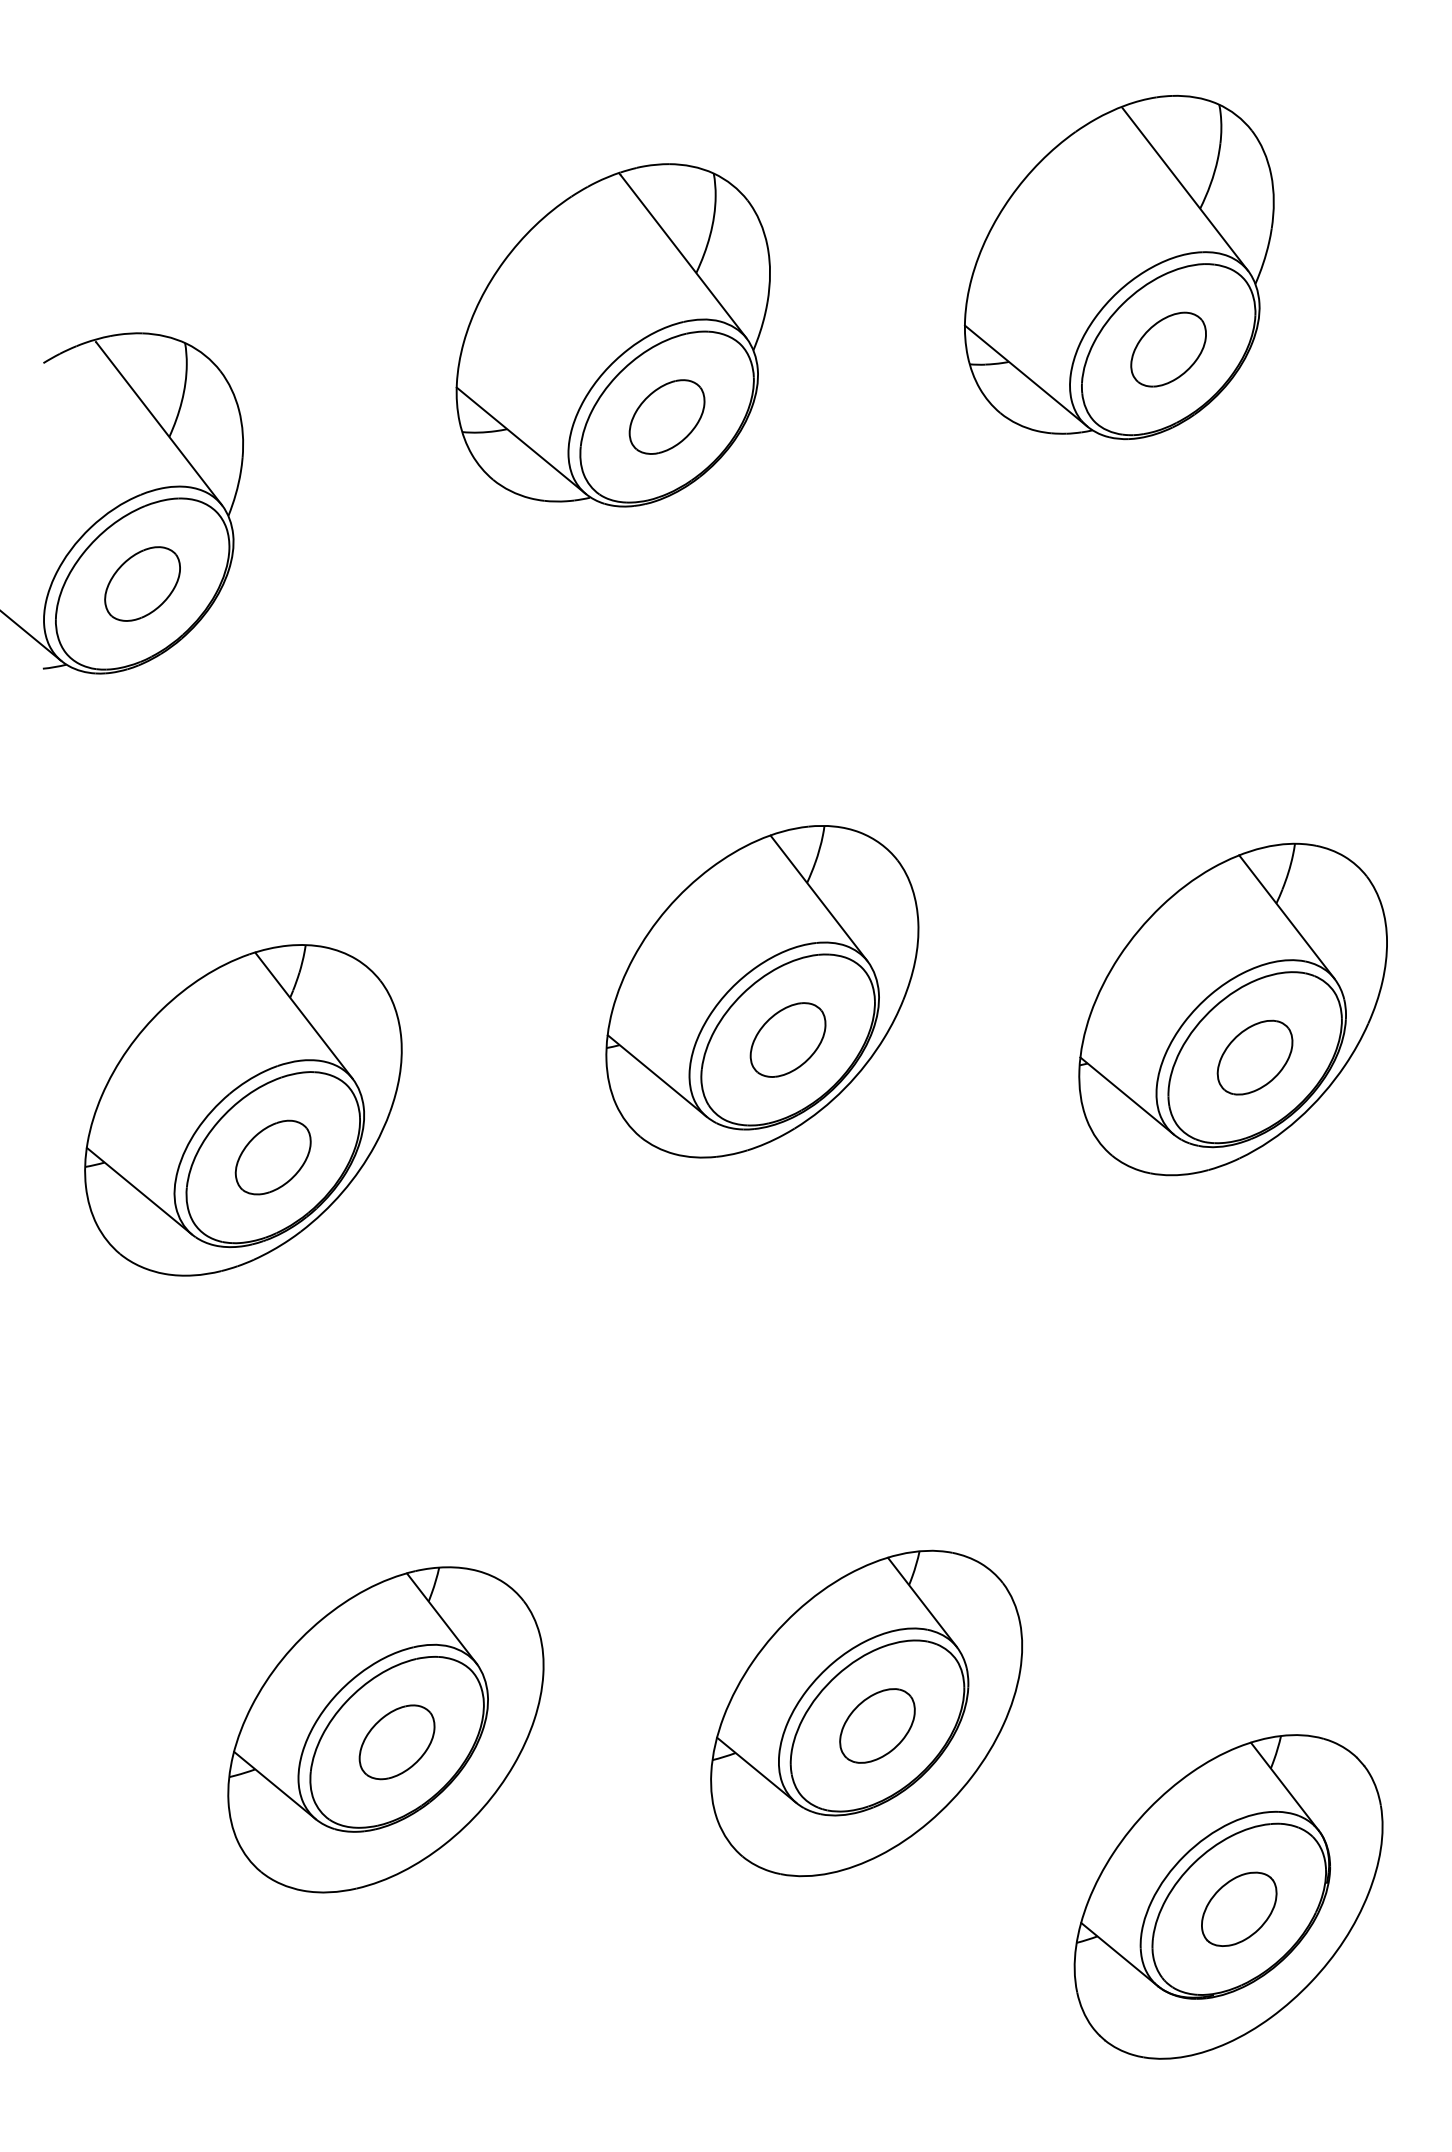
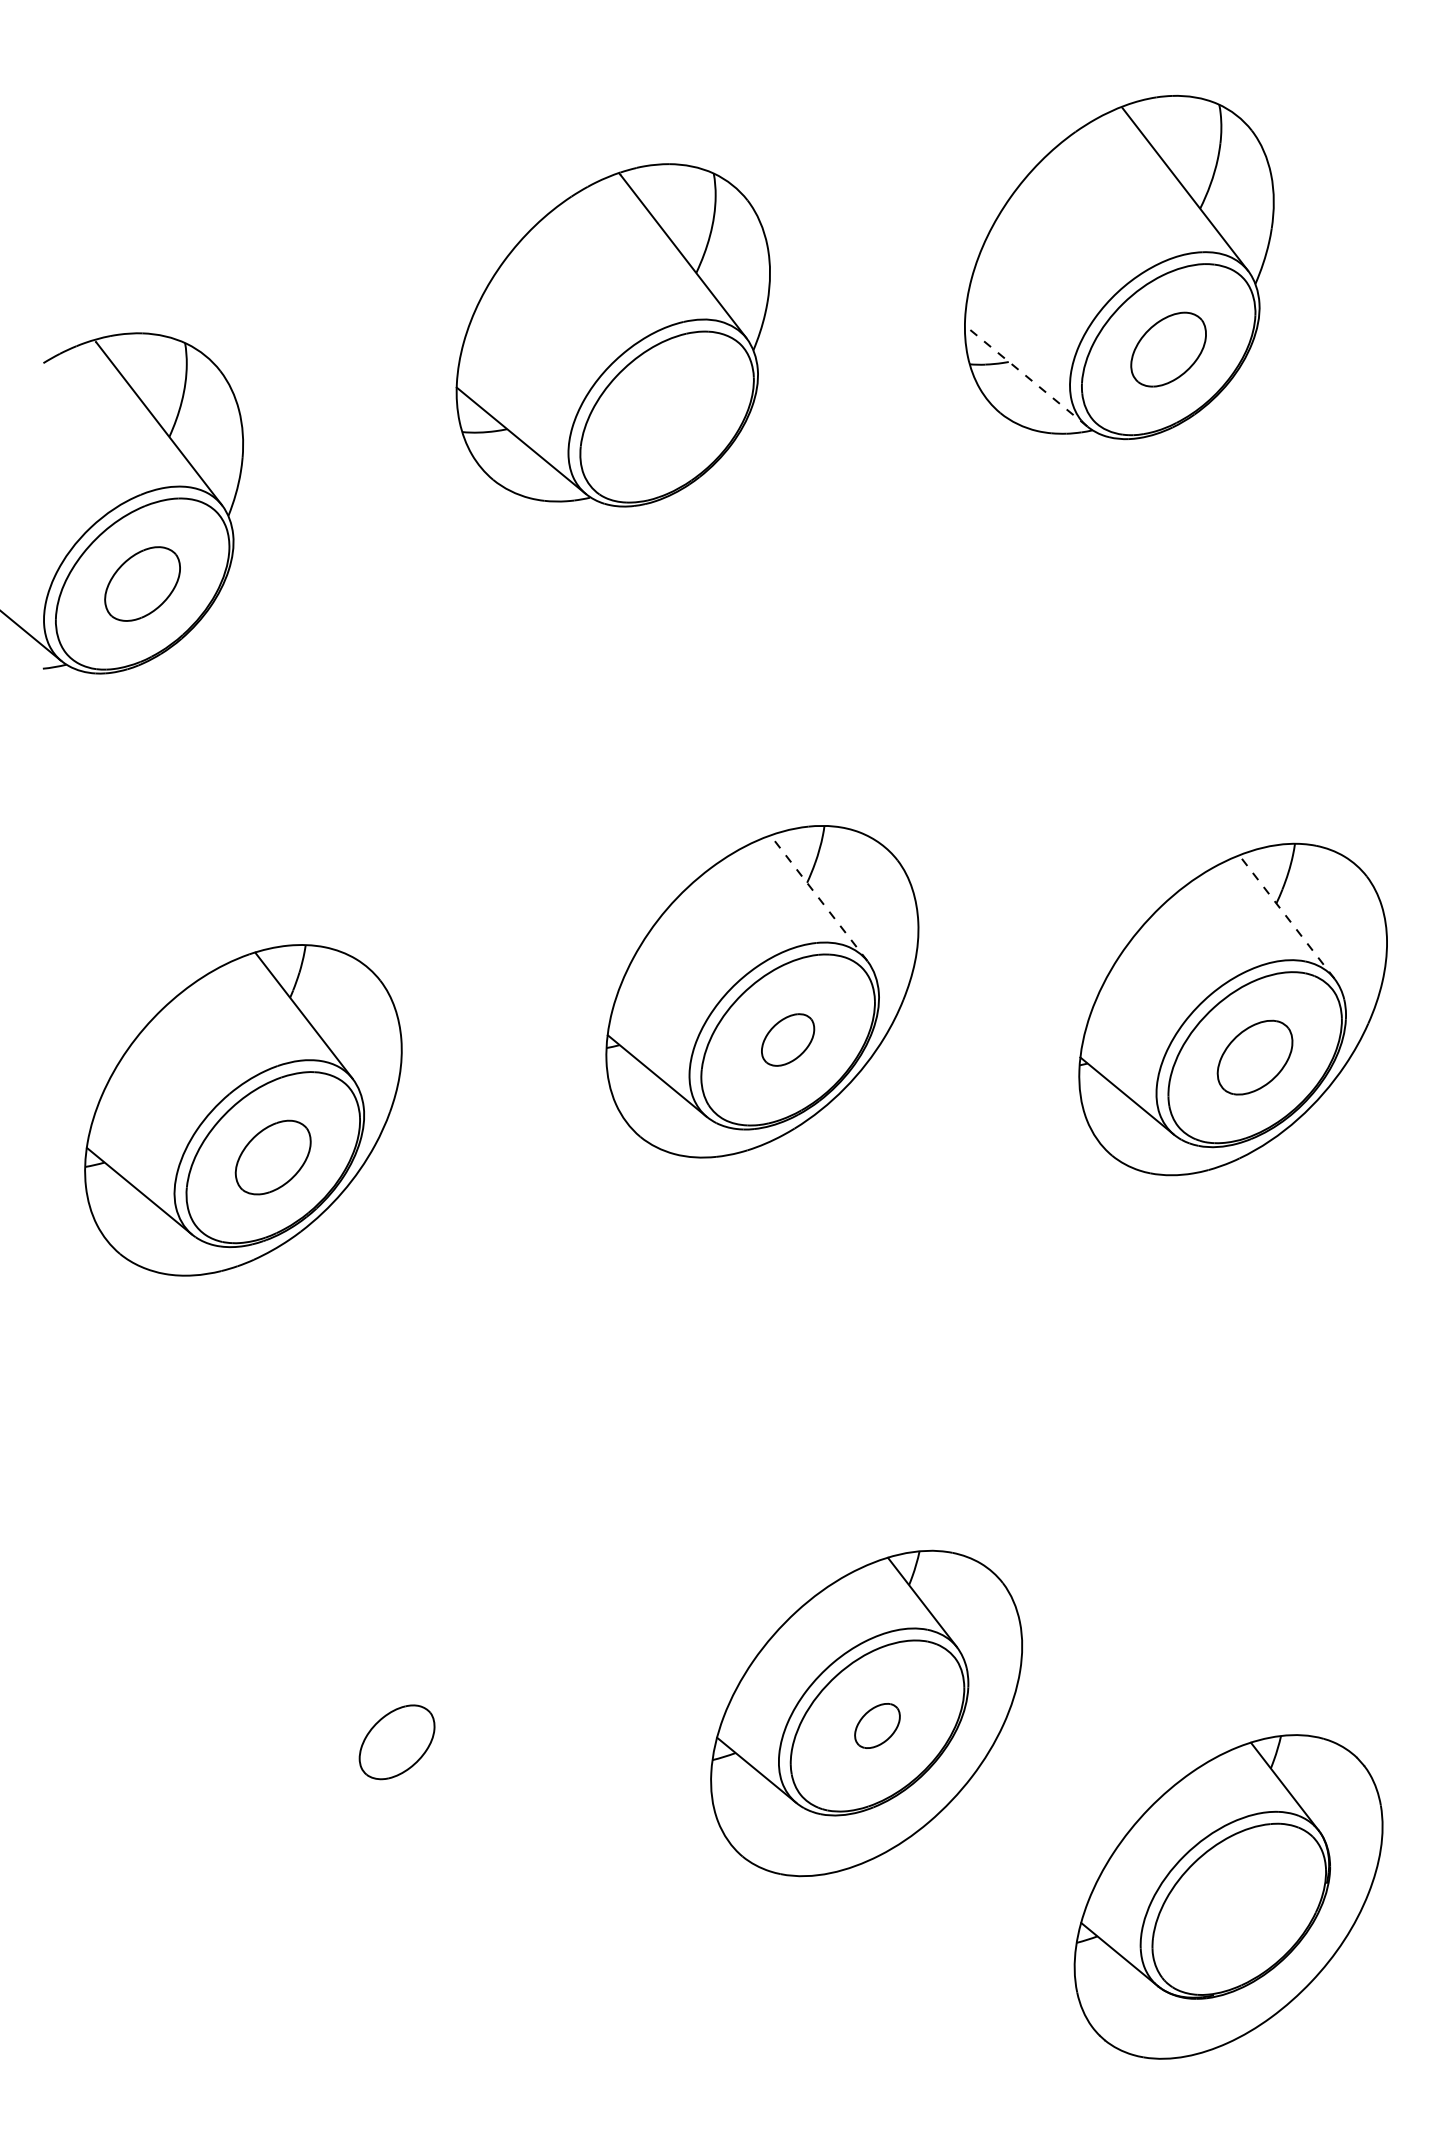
line at (1025, 375): solid -> dashed
part at (666, 416): present -> none
line at (818, 898): solid -> dashed
line at (1286, 916): solid -> dashed
part at (787, 1039) size: 78x76 px -> 55x54 px
part at (877, 1725) size: 77x76 px -> 47x46 px
part at (385, 1729): present -> none
part at (1239, 1908): present -> none
